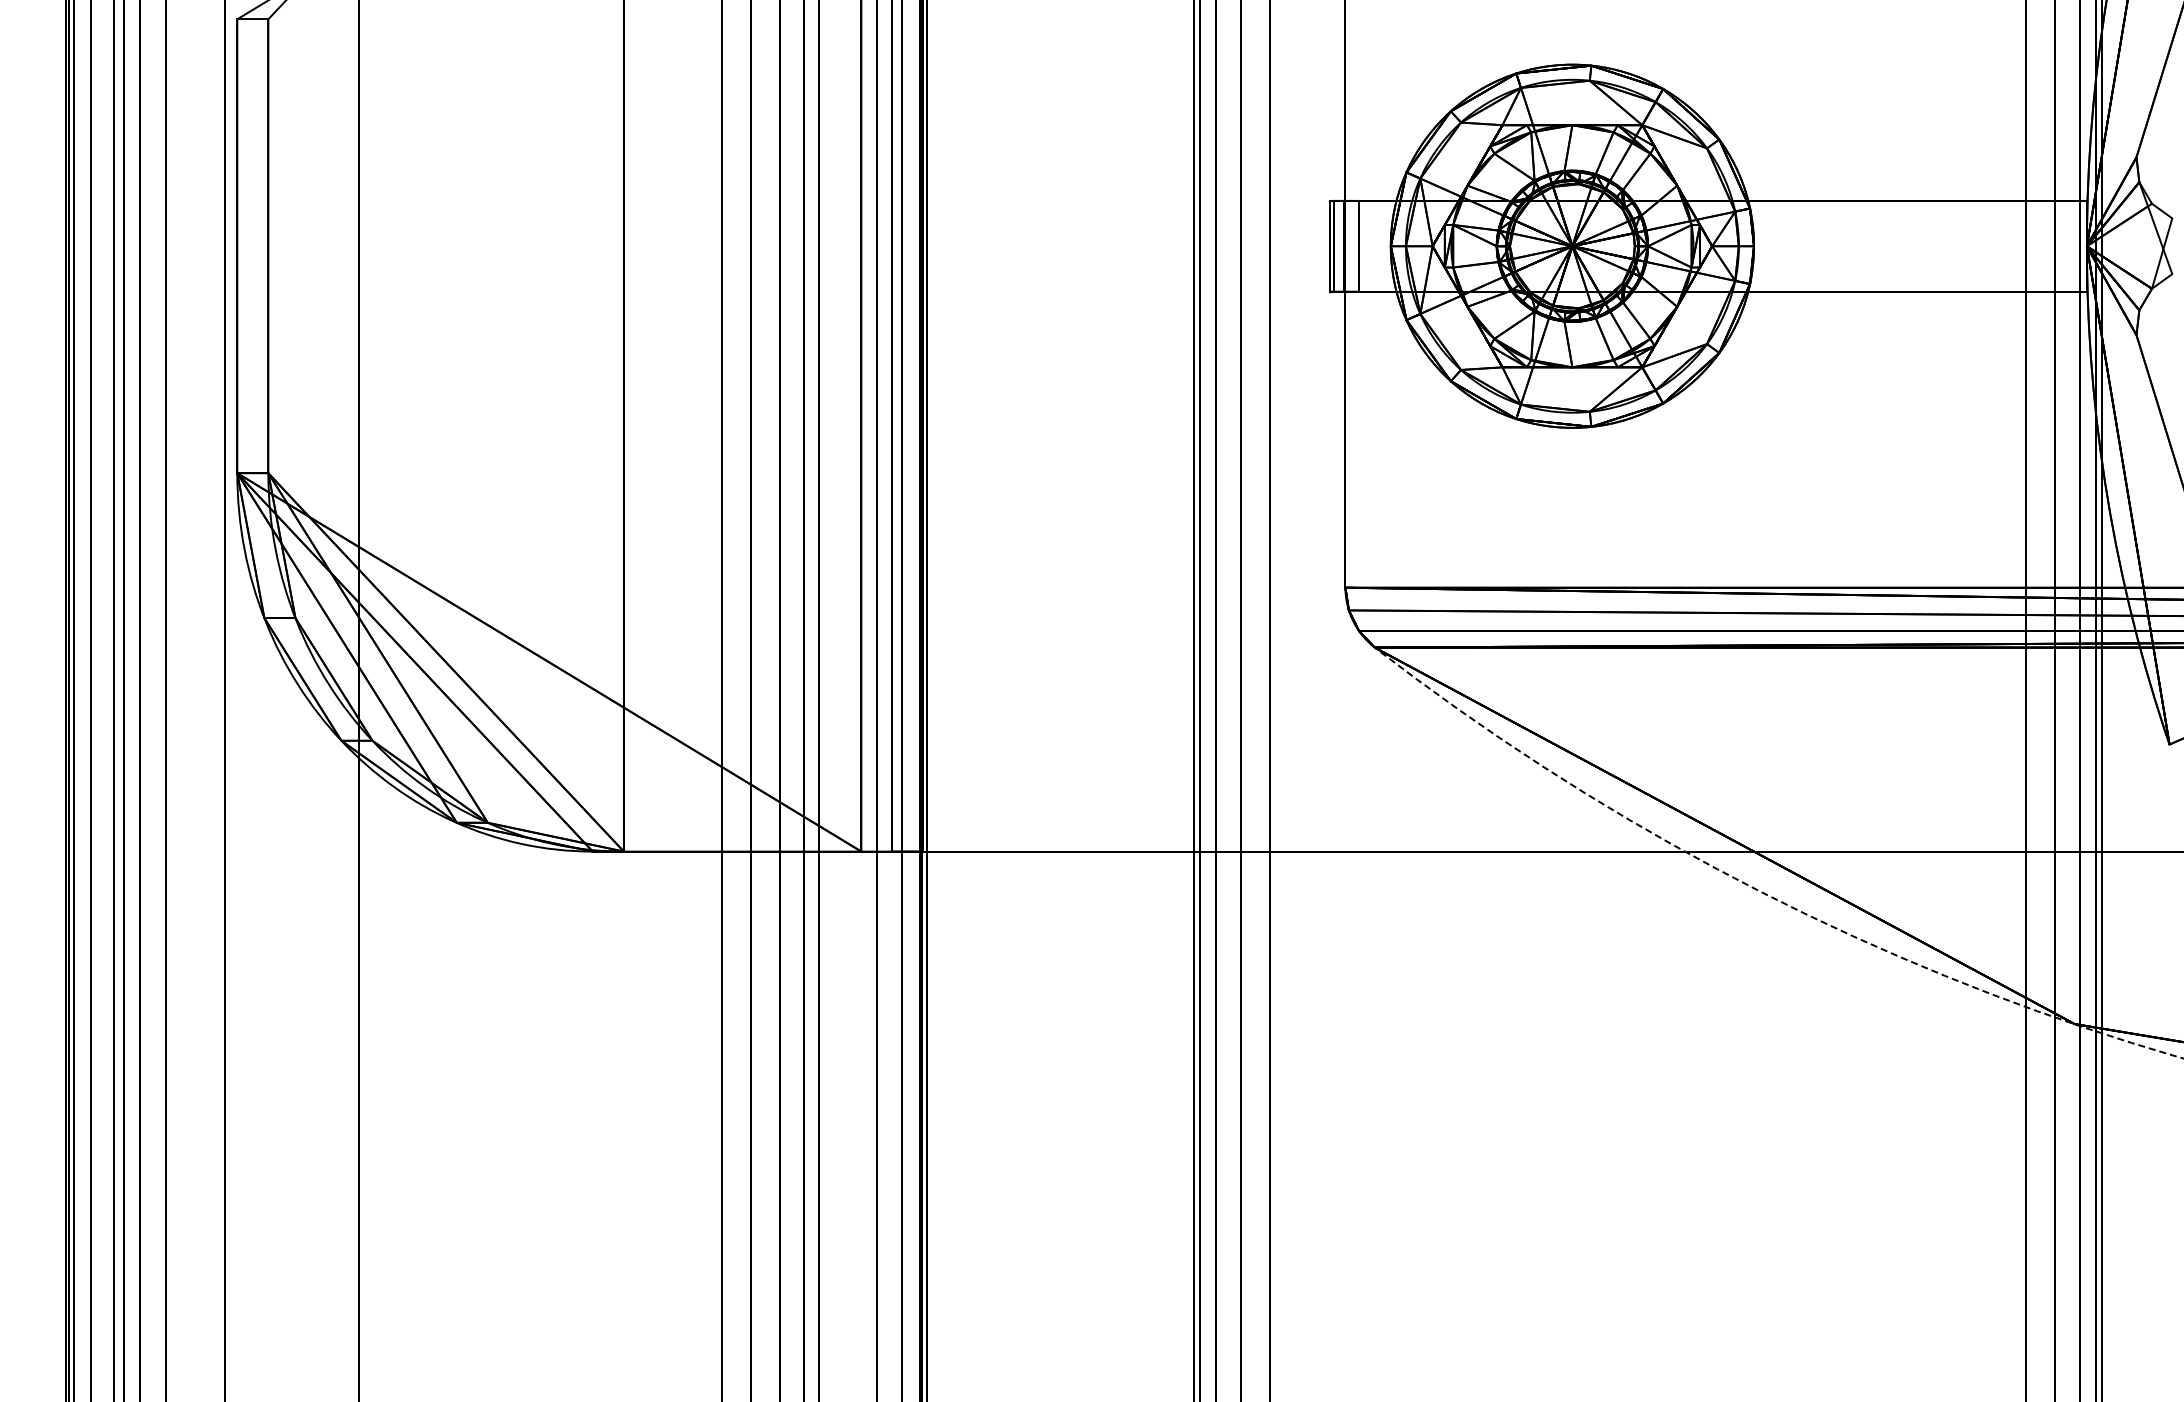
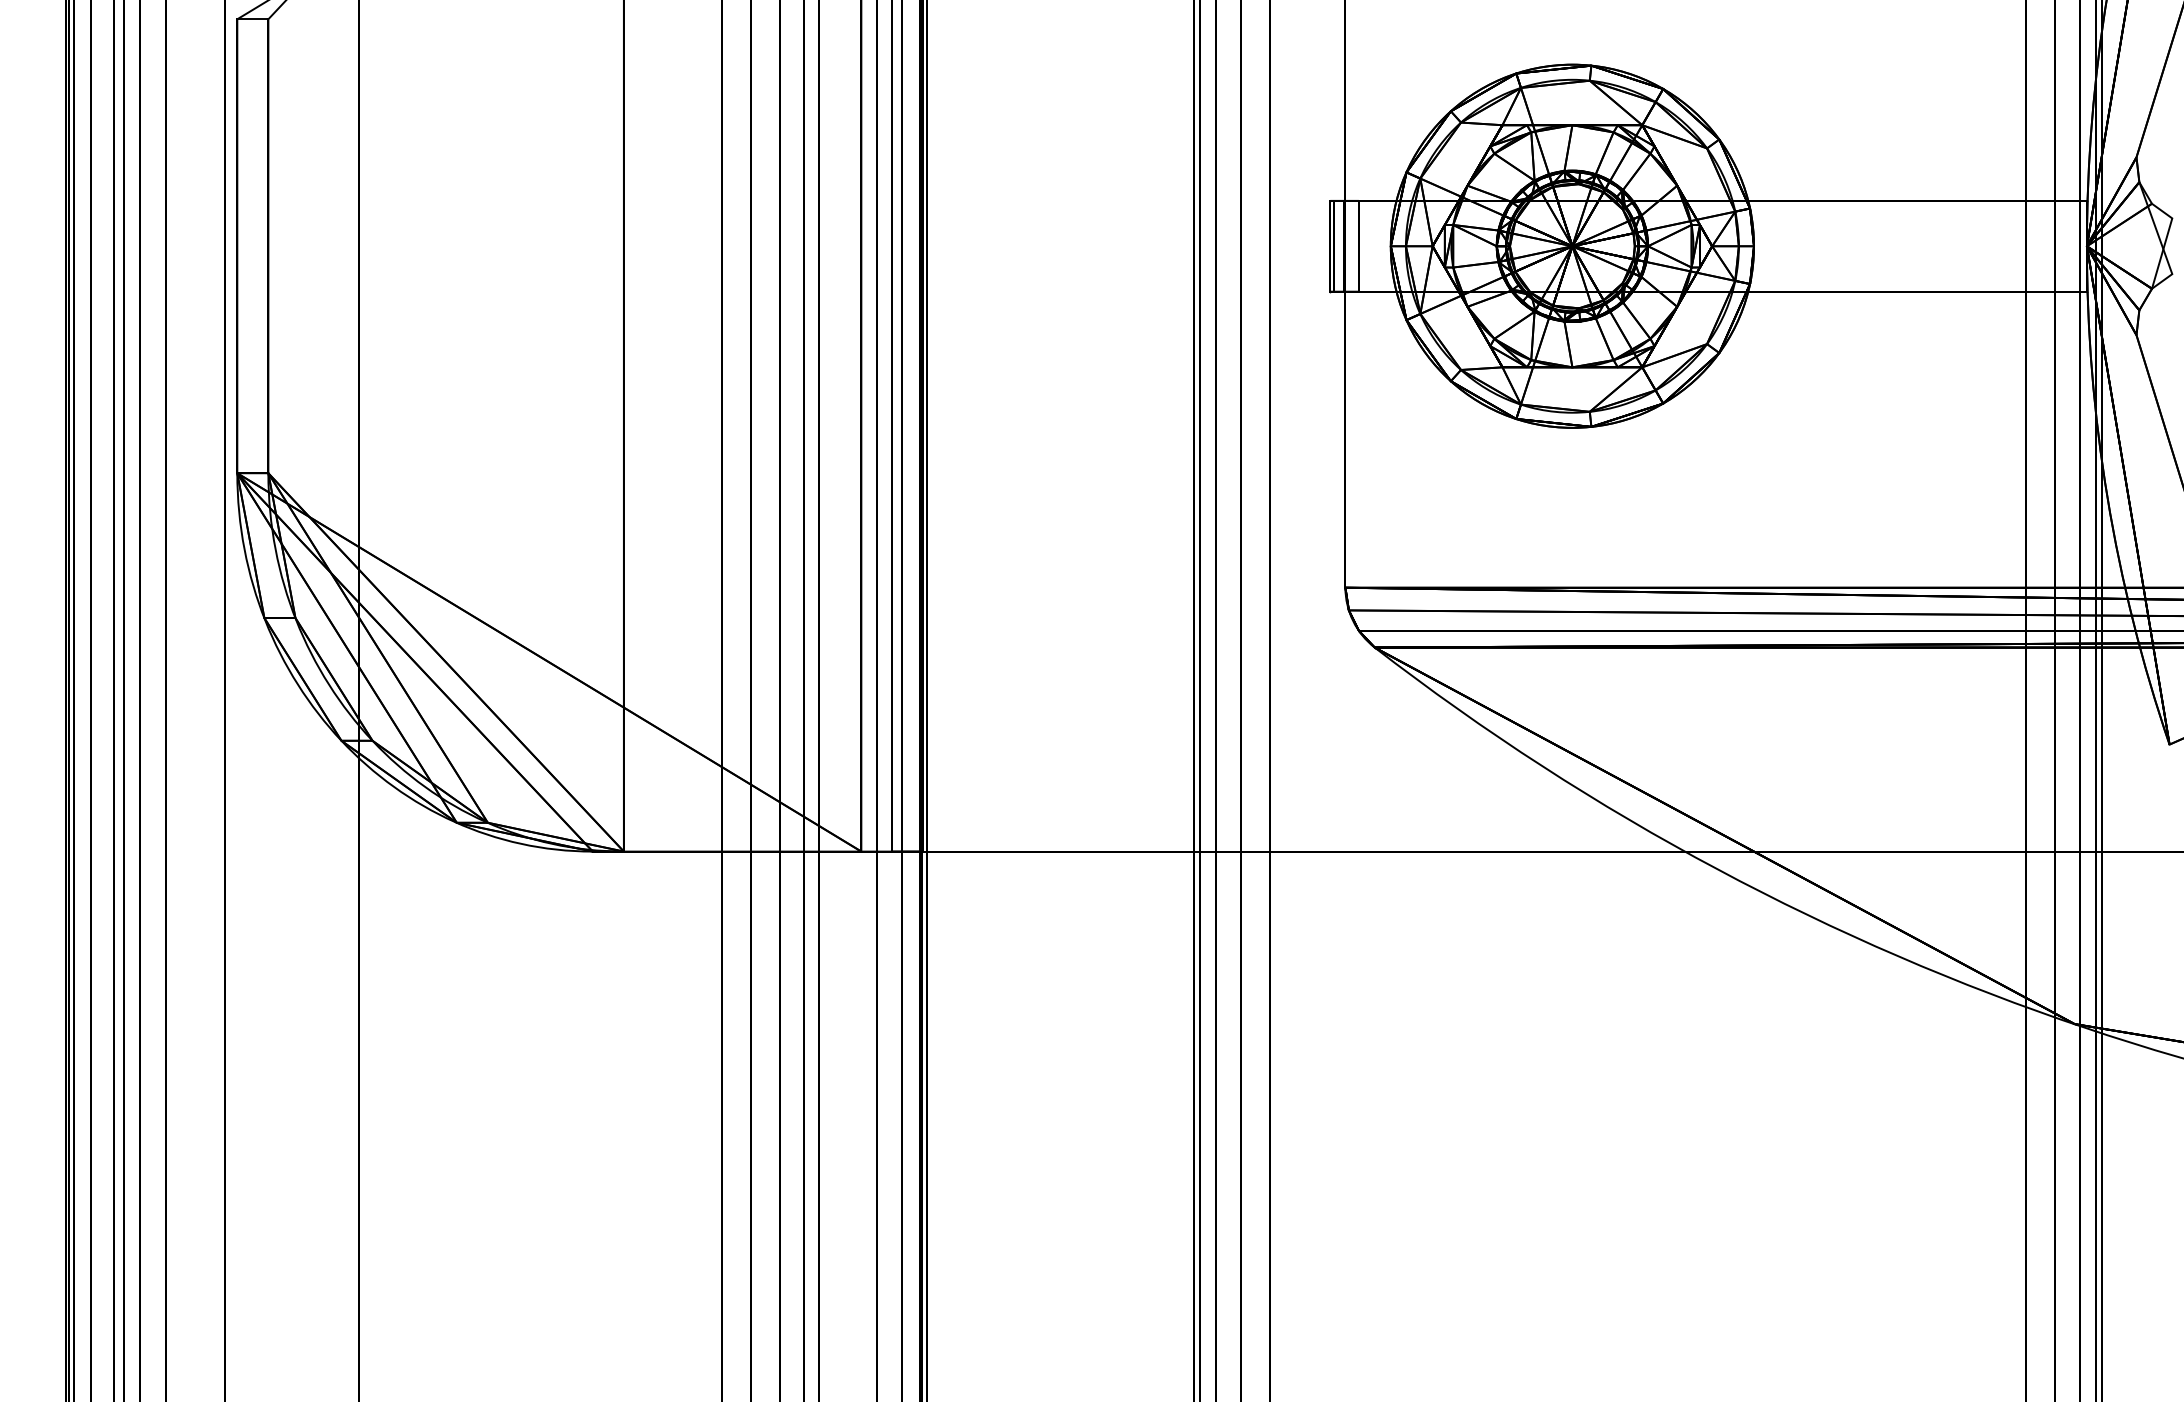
arc at (1755, 889): dashed -> solid
